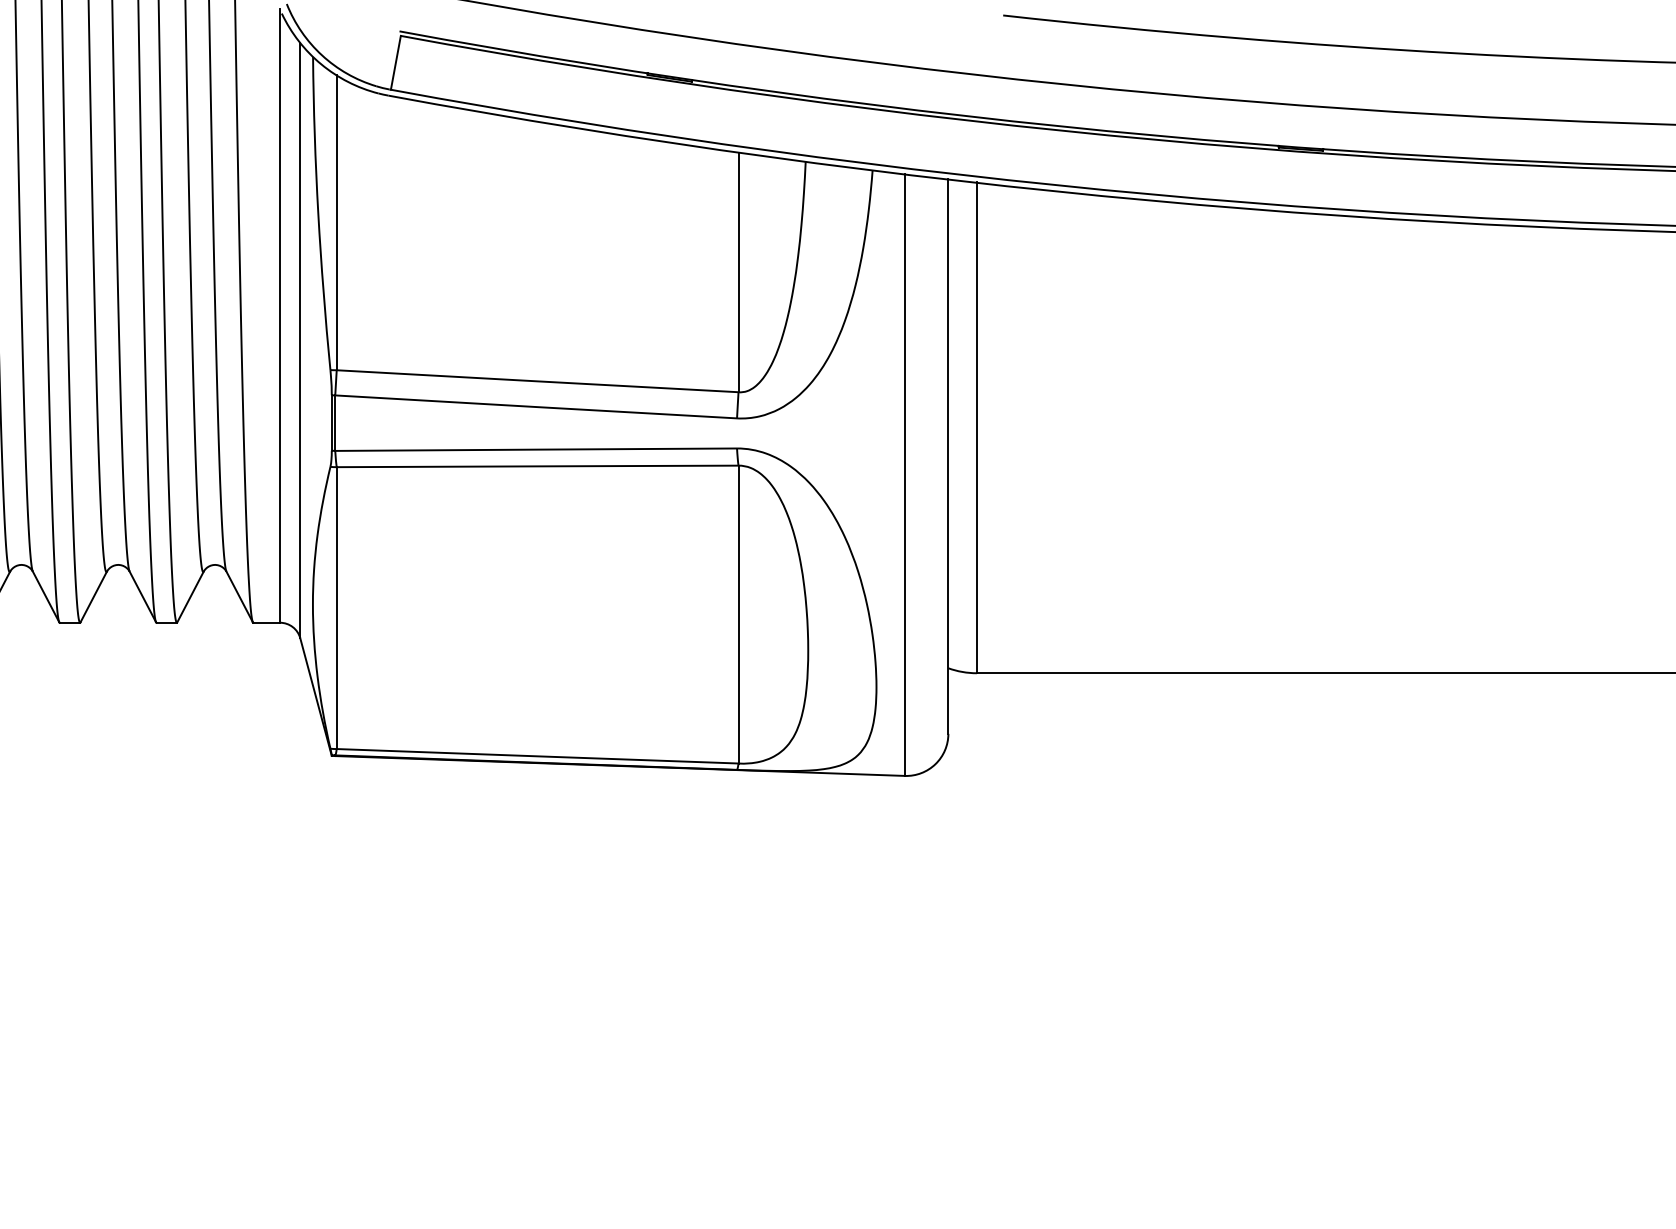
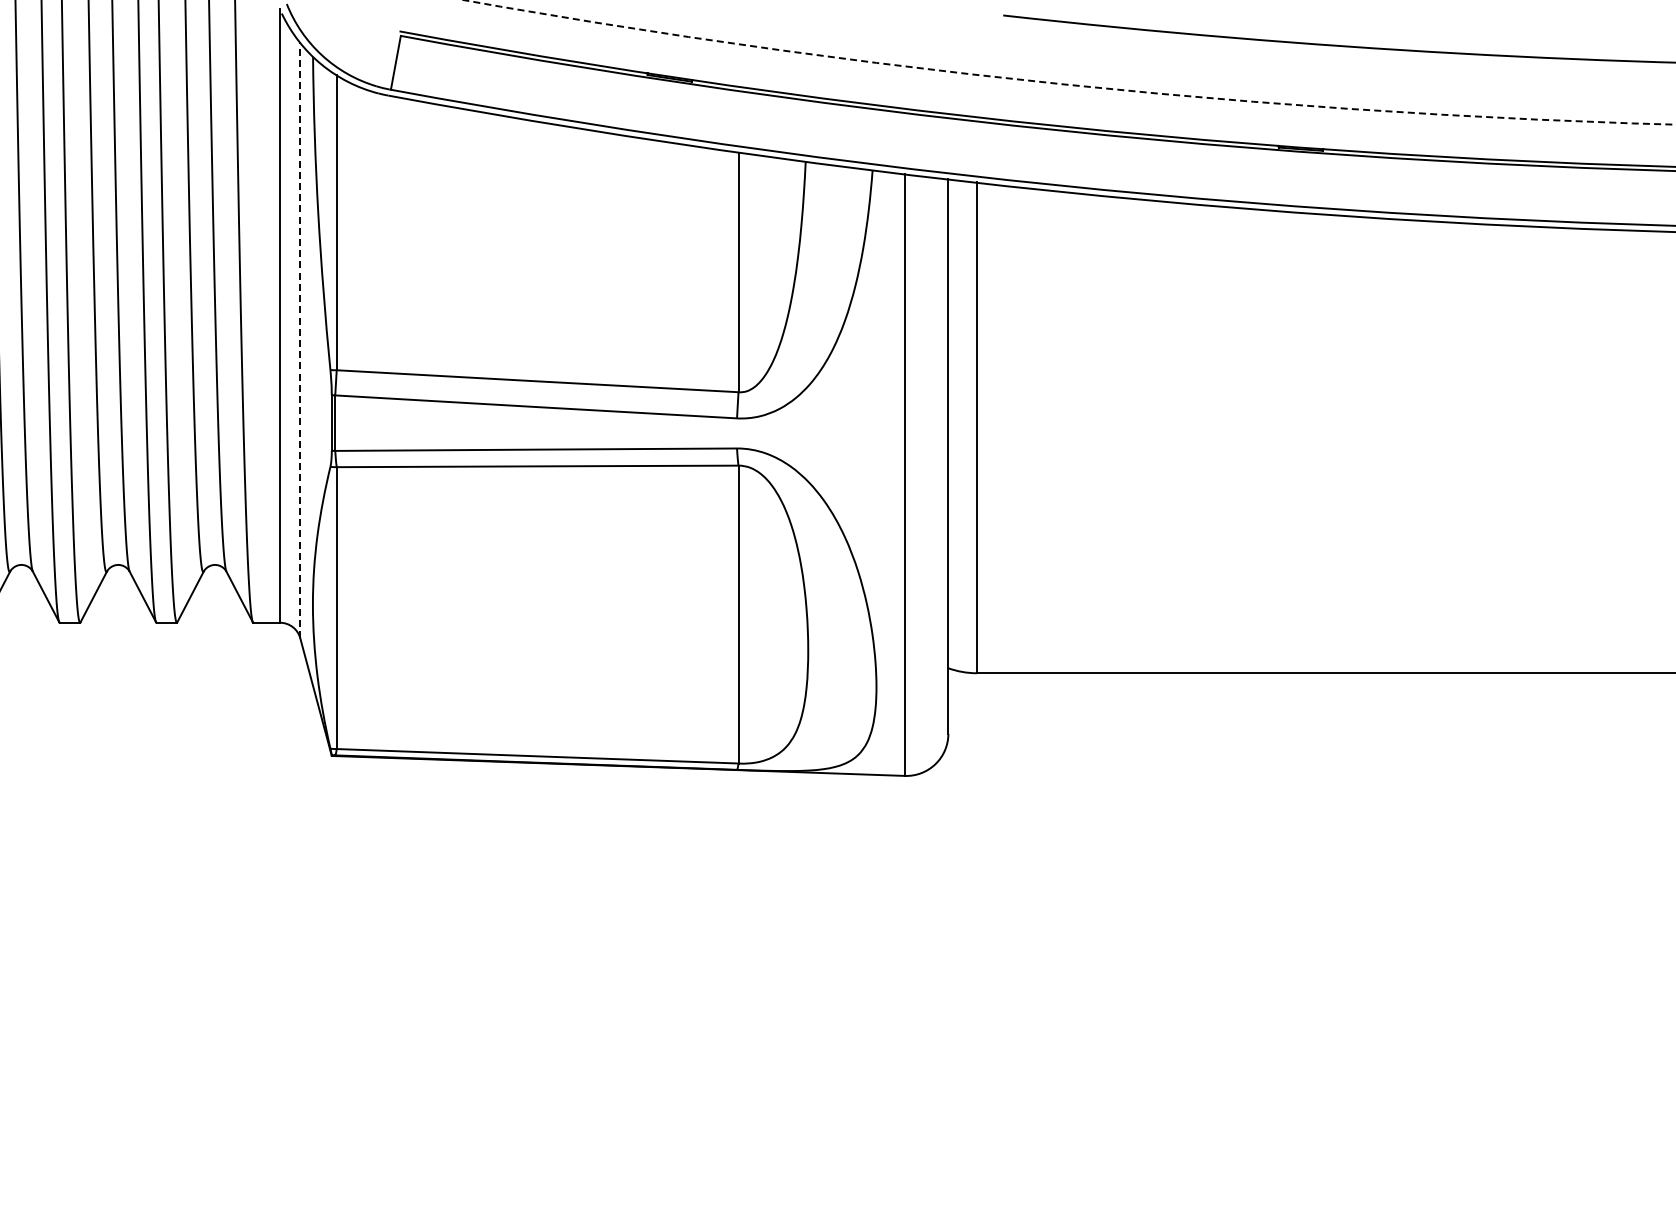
arc at (1066, 84): solid -> dashed
line at (300, 340): solid -> dashed
